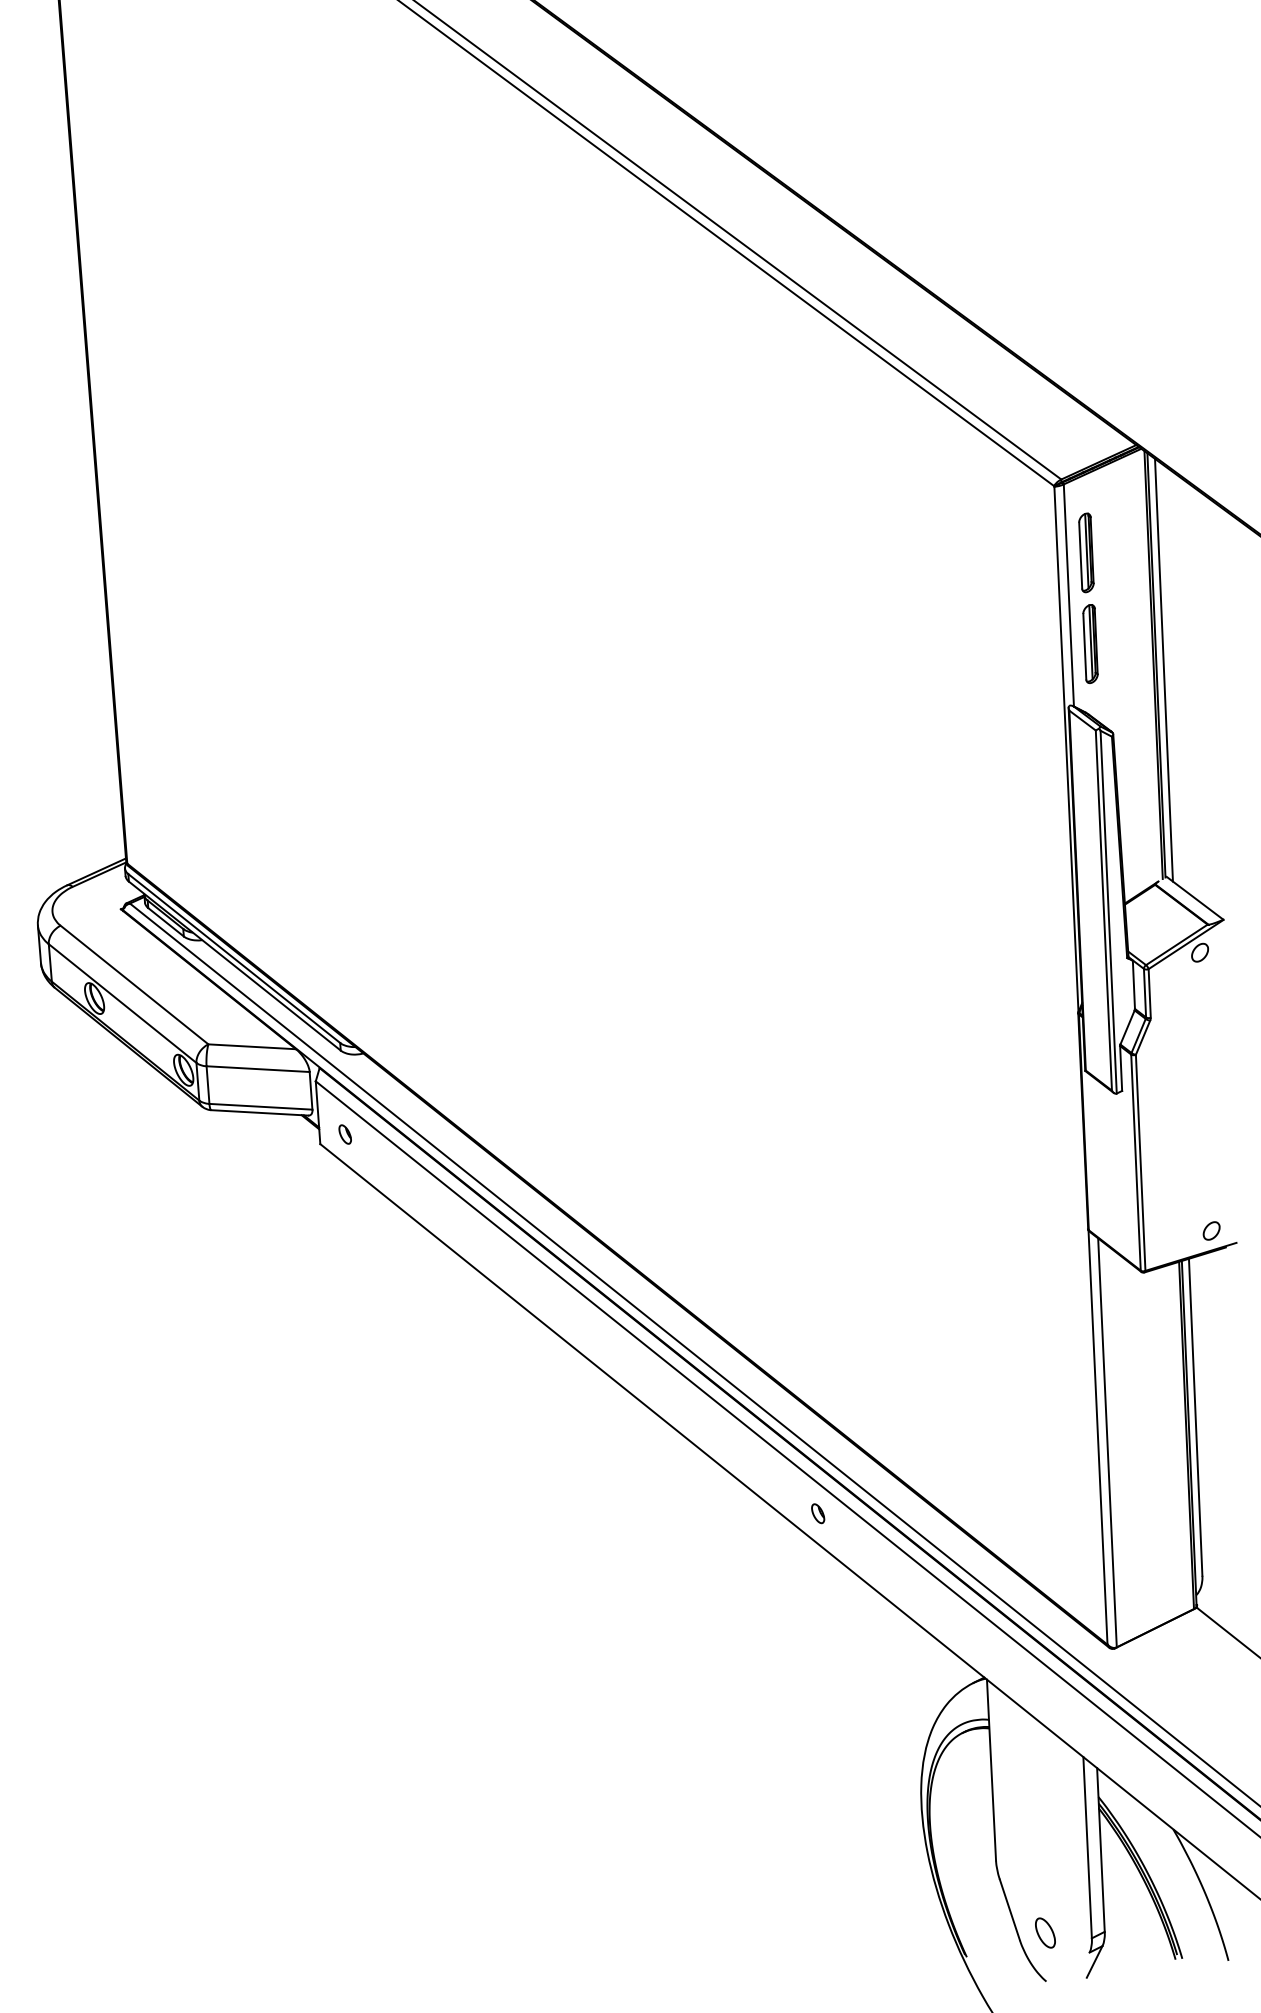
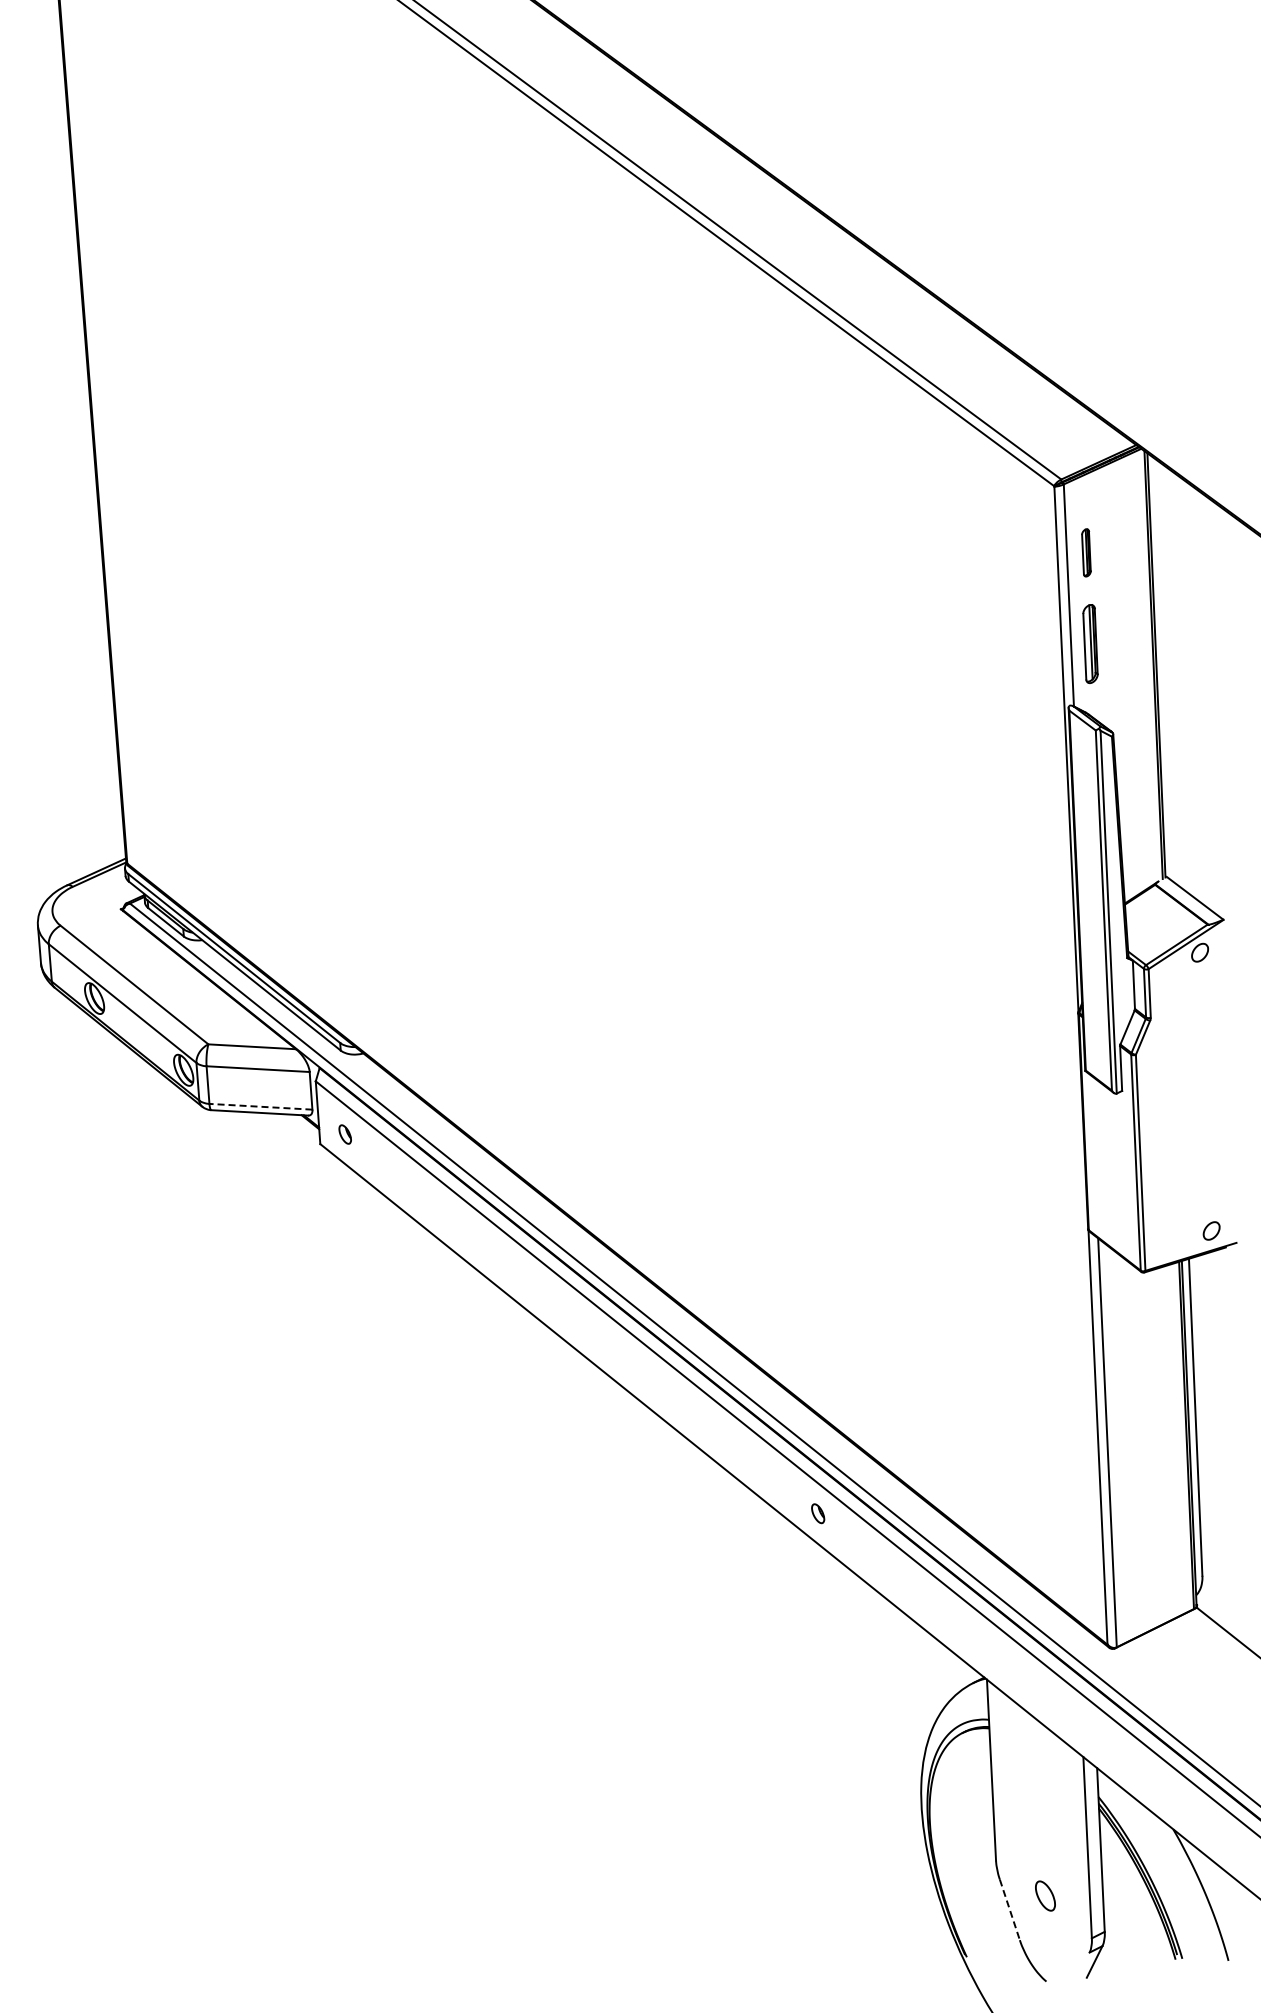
part at (1086, 552) size: 17x82 px -> 11x50 px
line at (1163, 669): present -> none
line at (260, 1106): solid -> dashed
line at (1009, 1909): solid -> dashed
part at (1045, 1932) position: (1045, 1932) -> (1045, 1895)
